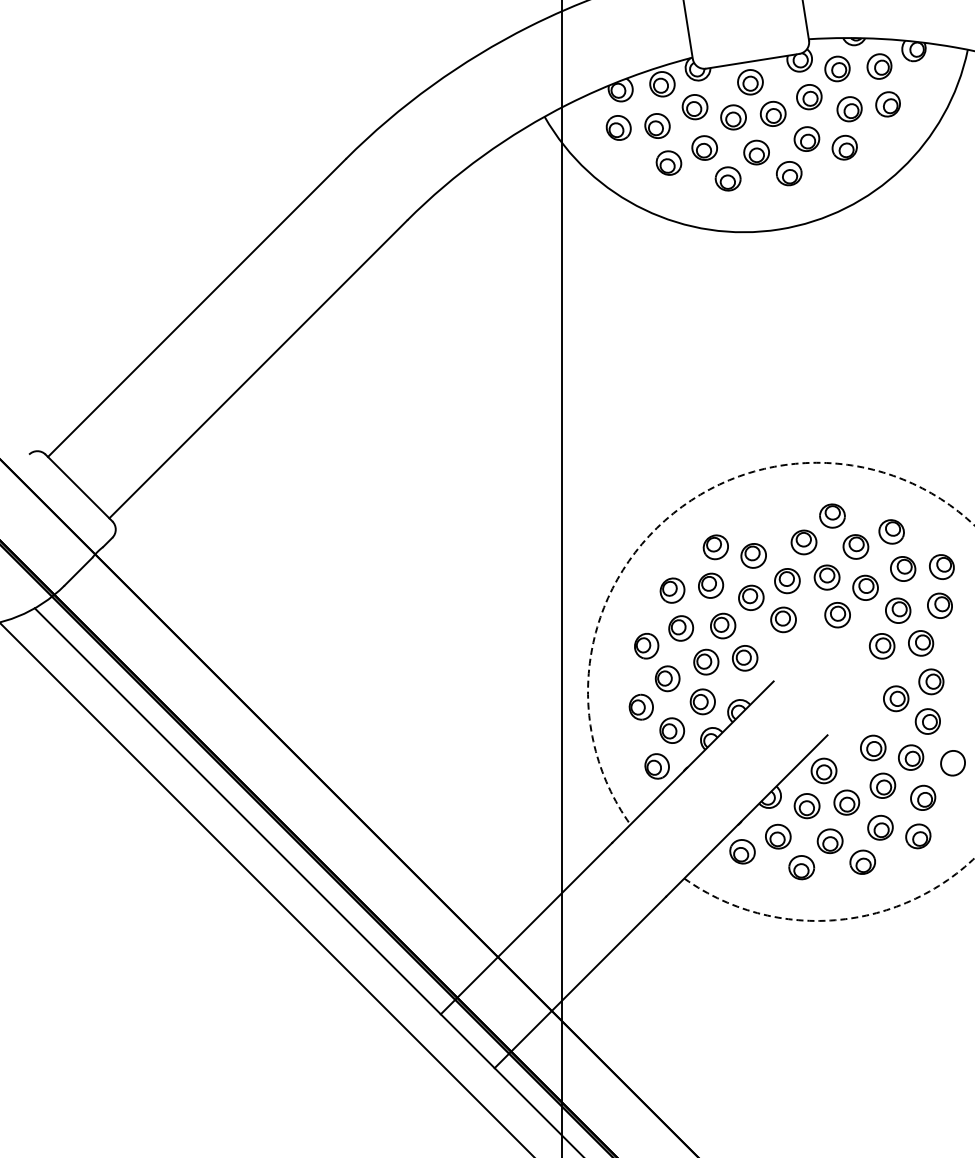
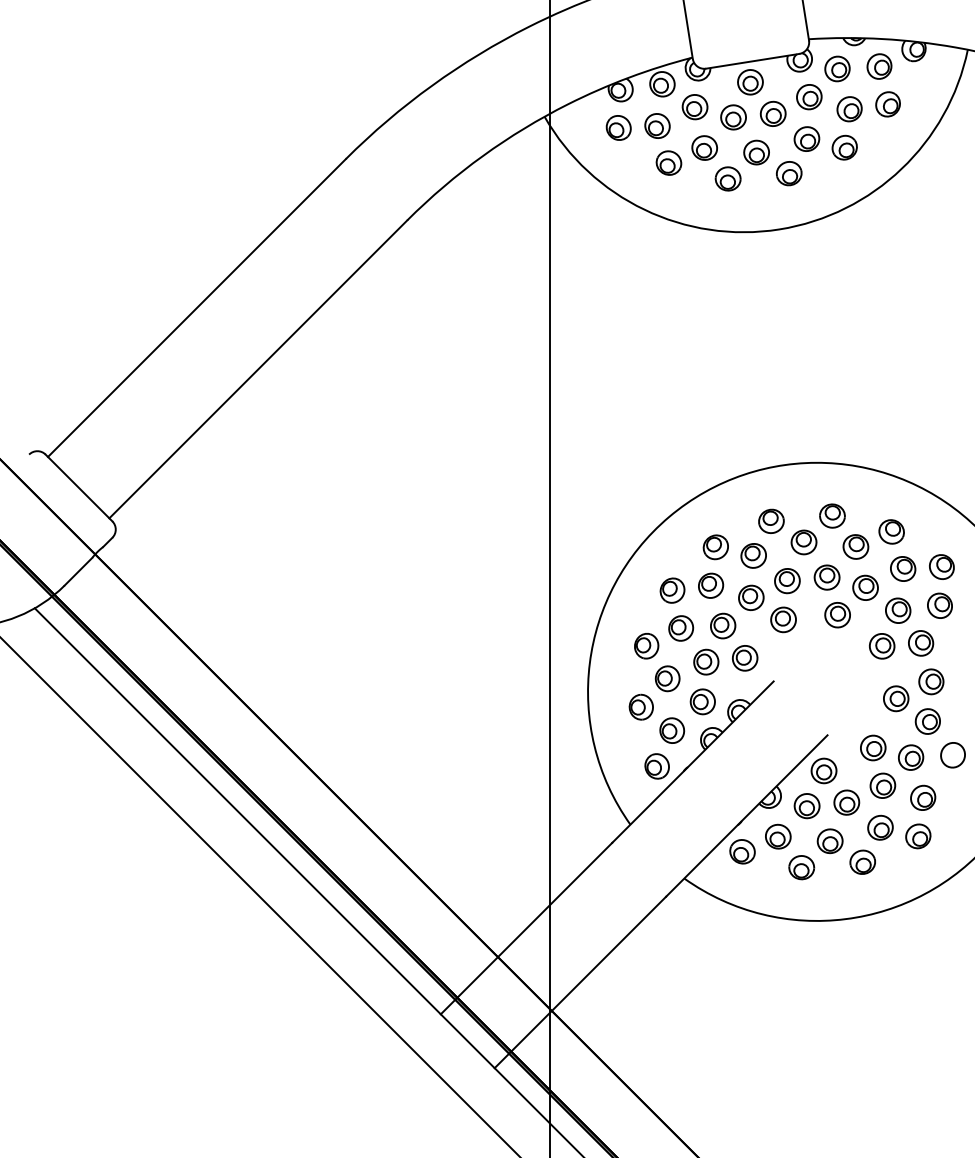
arc at (810, 462): dashed -> solid
part at (771, 520): none -> present
line at (562, 578) position: (562, 578) -> (550, 578)
part at (952, 763) position: (952, 763) -> (952, 755)
line at (266, 889) position: (266, 889) -> (259, 896)
